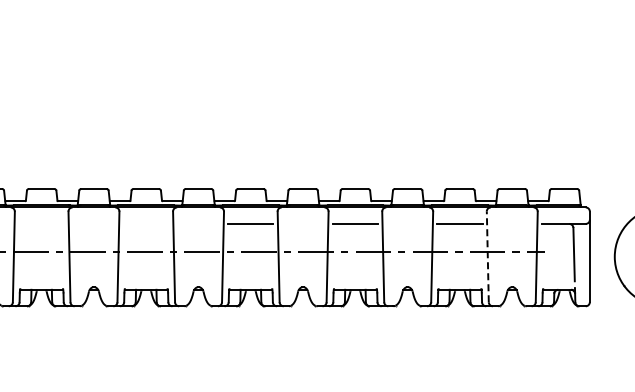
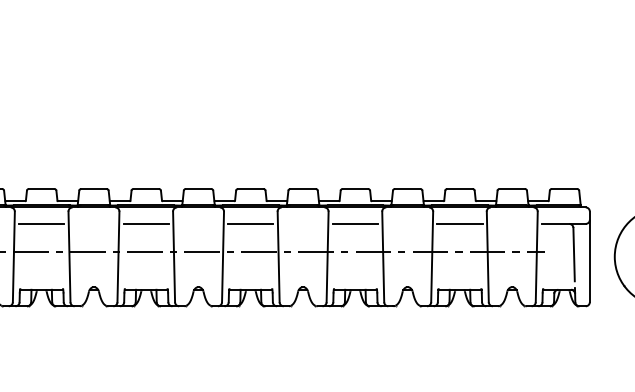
line at (41, 223): none -> present
line at (145, 223): none -> present
line at (487, 256): dashed -> solid
